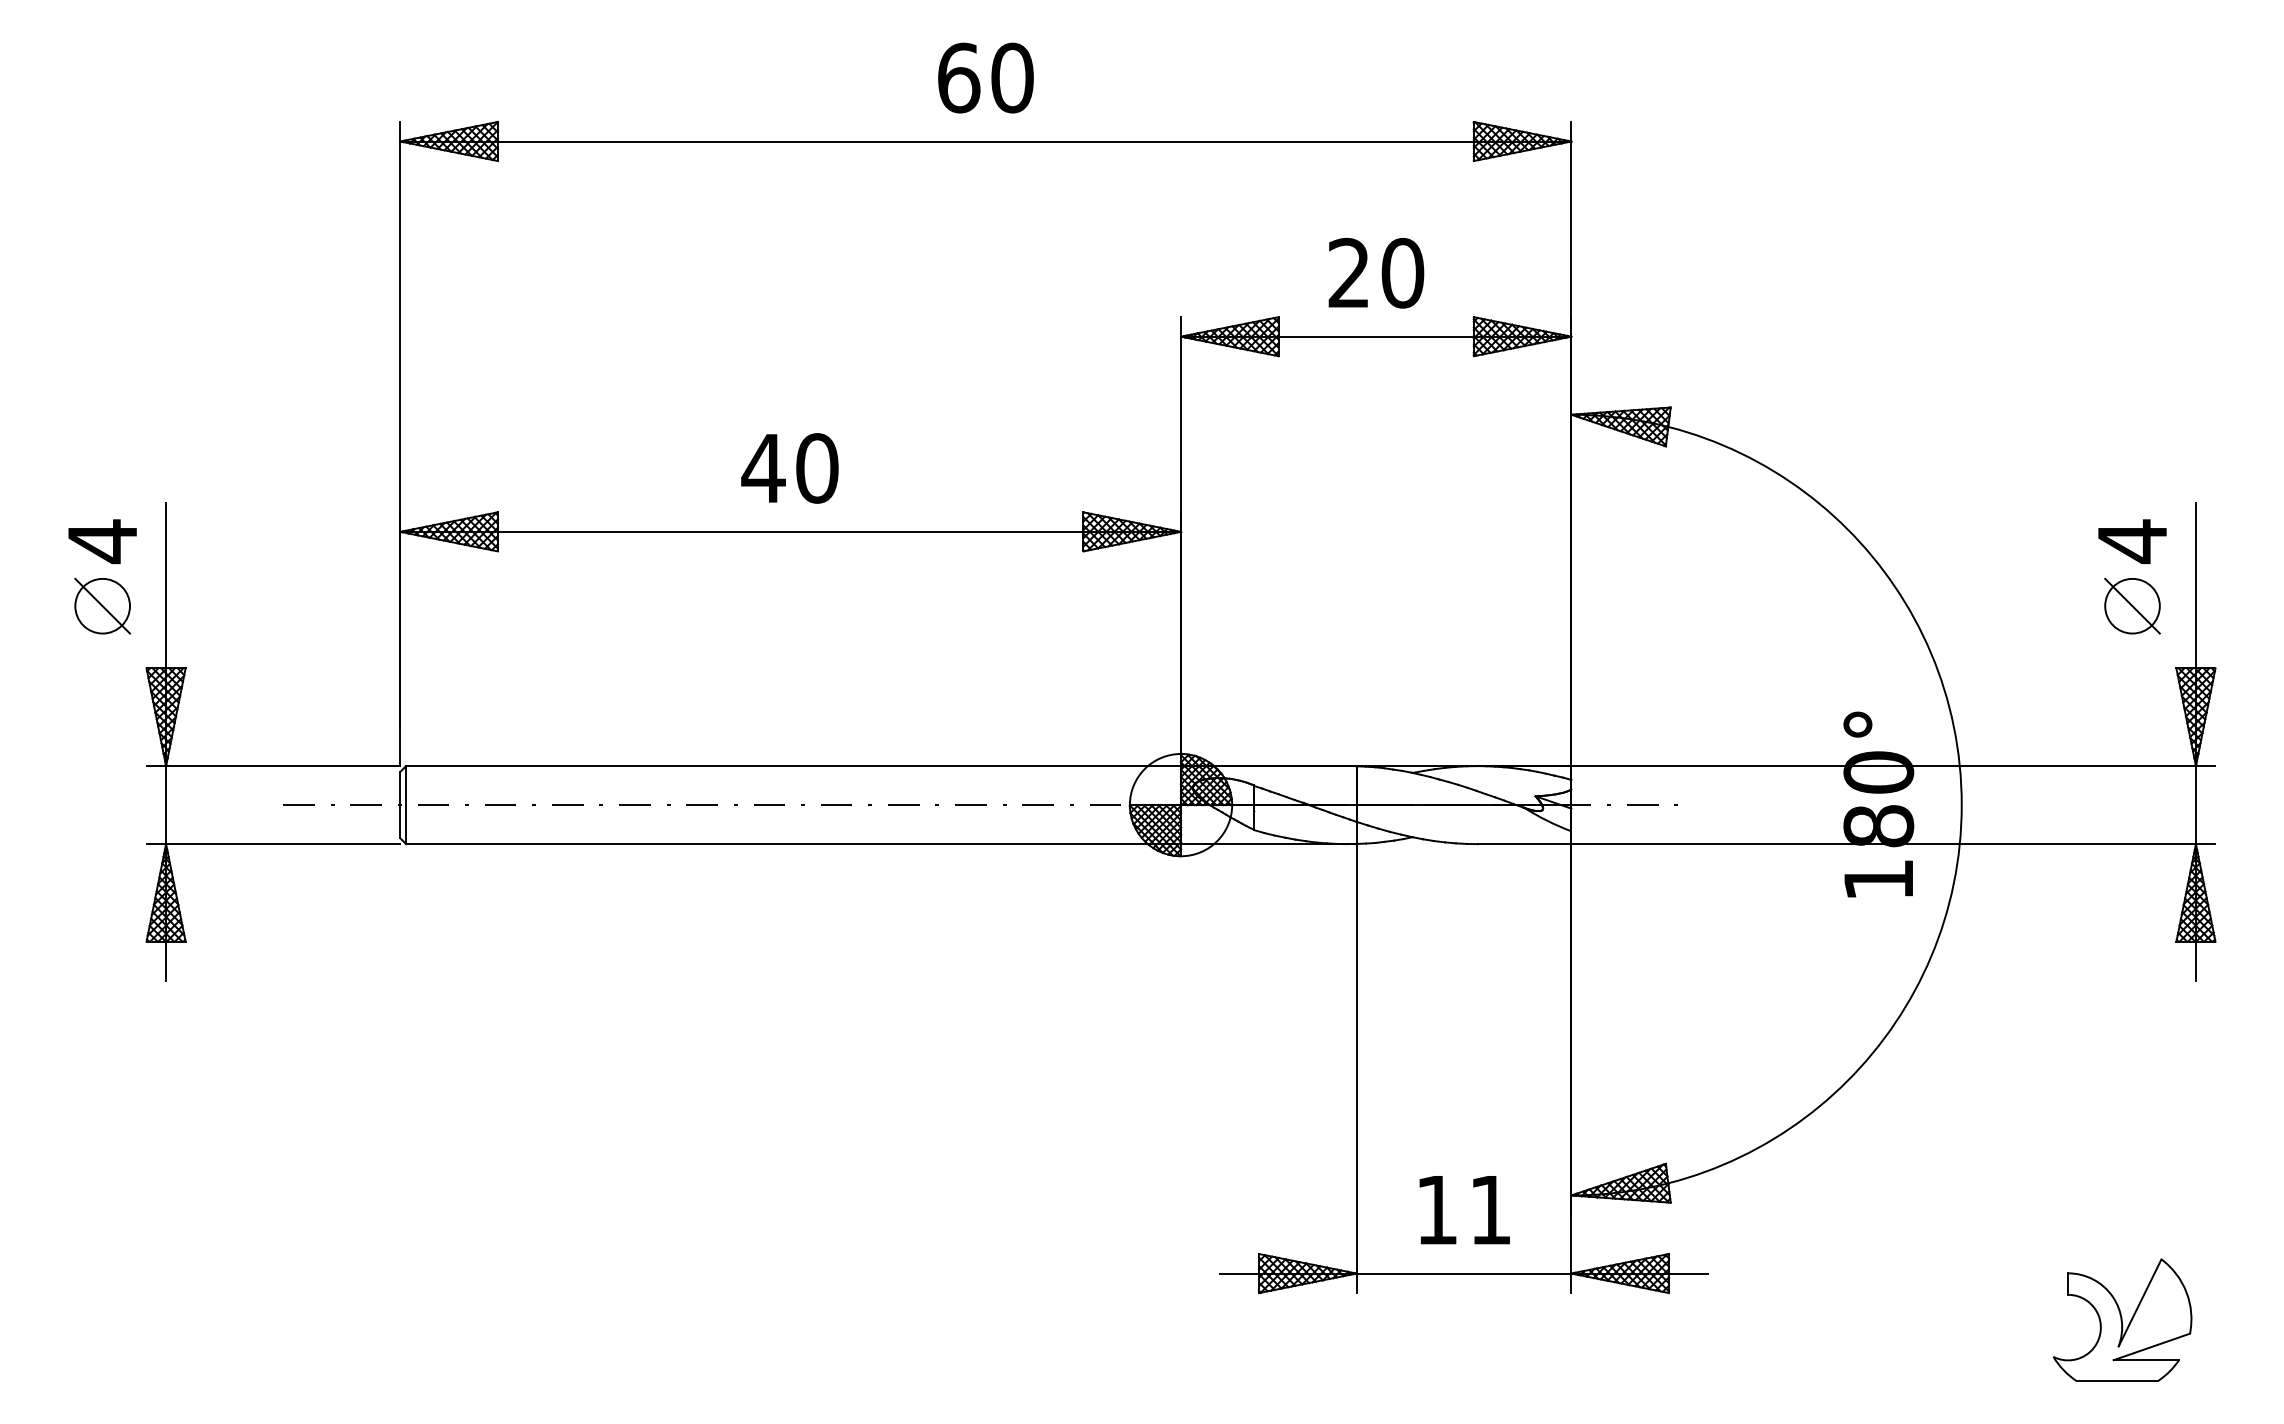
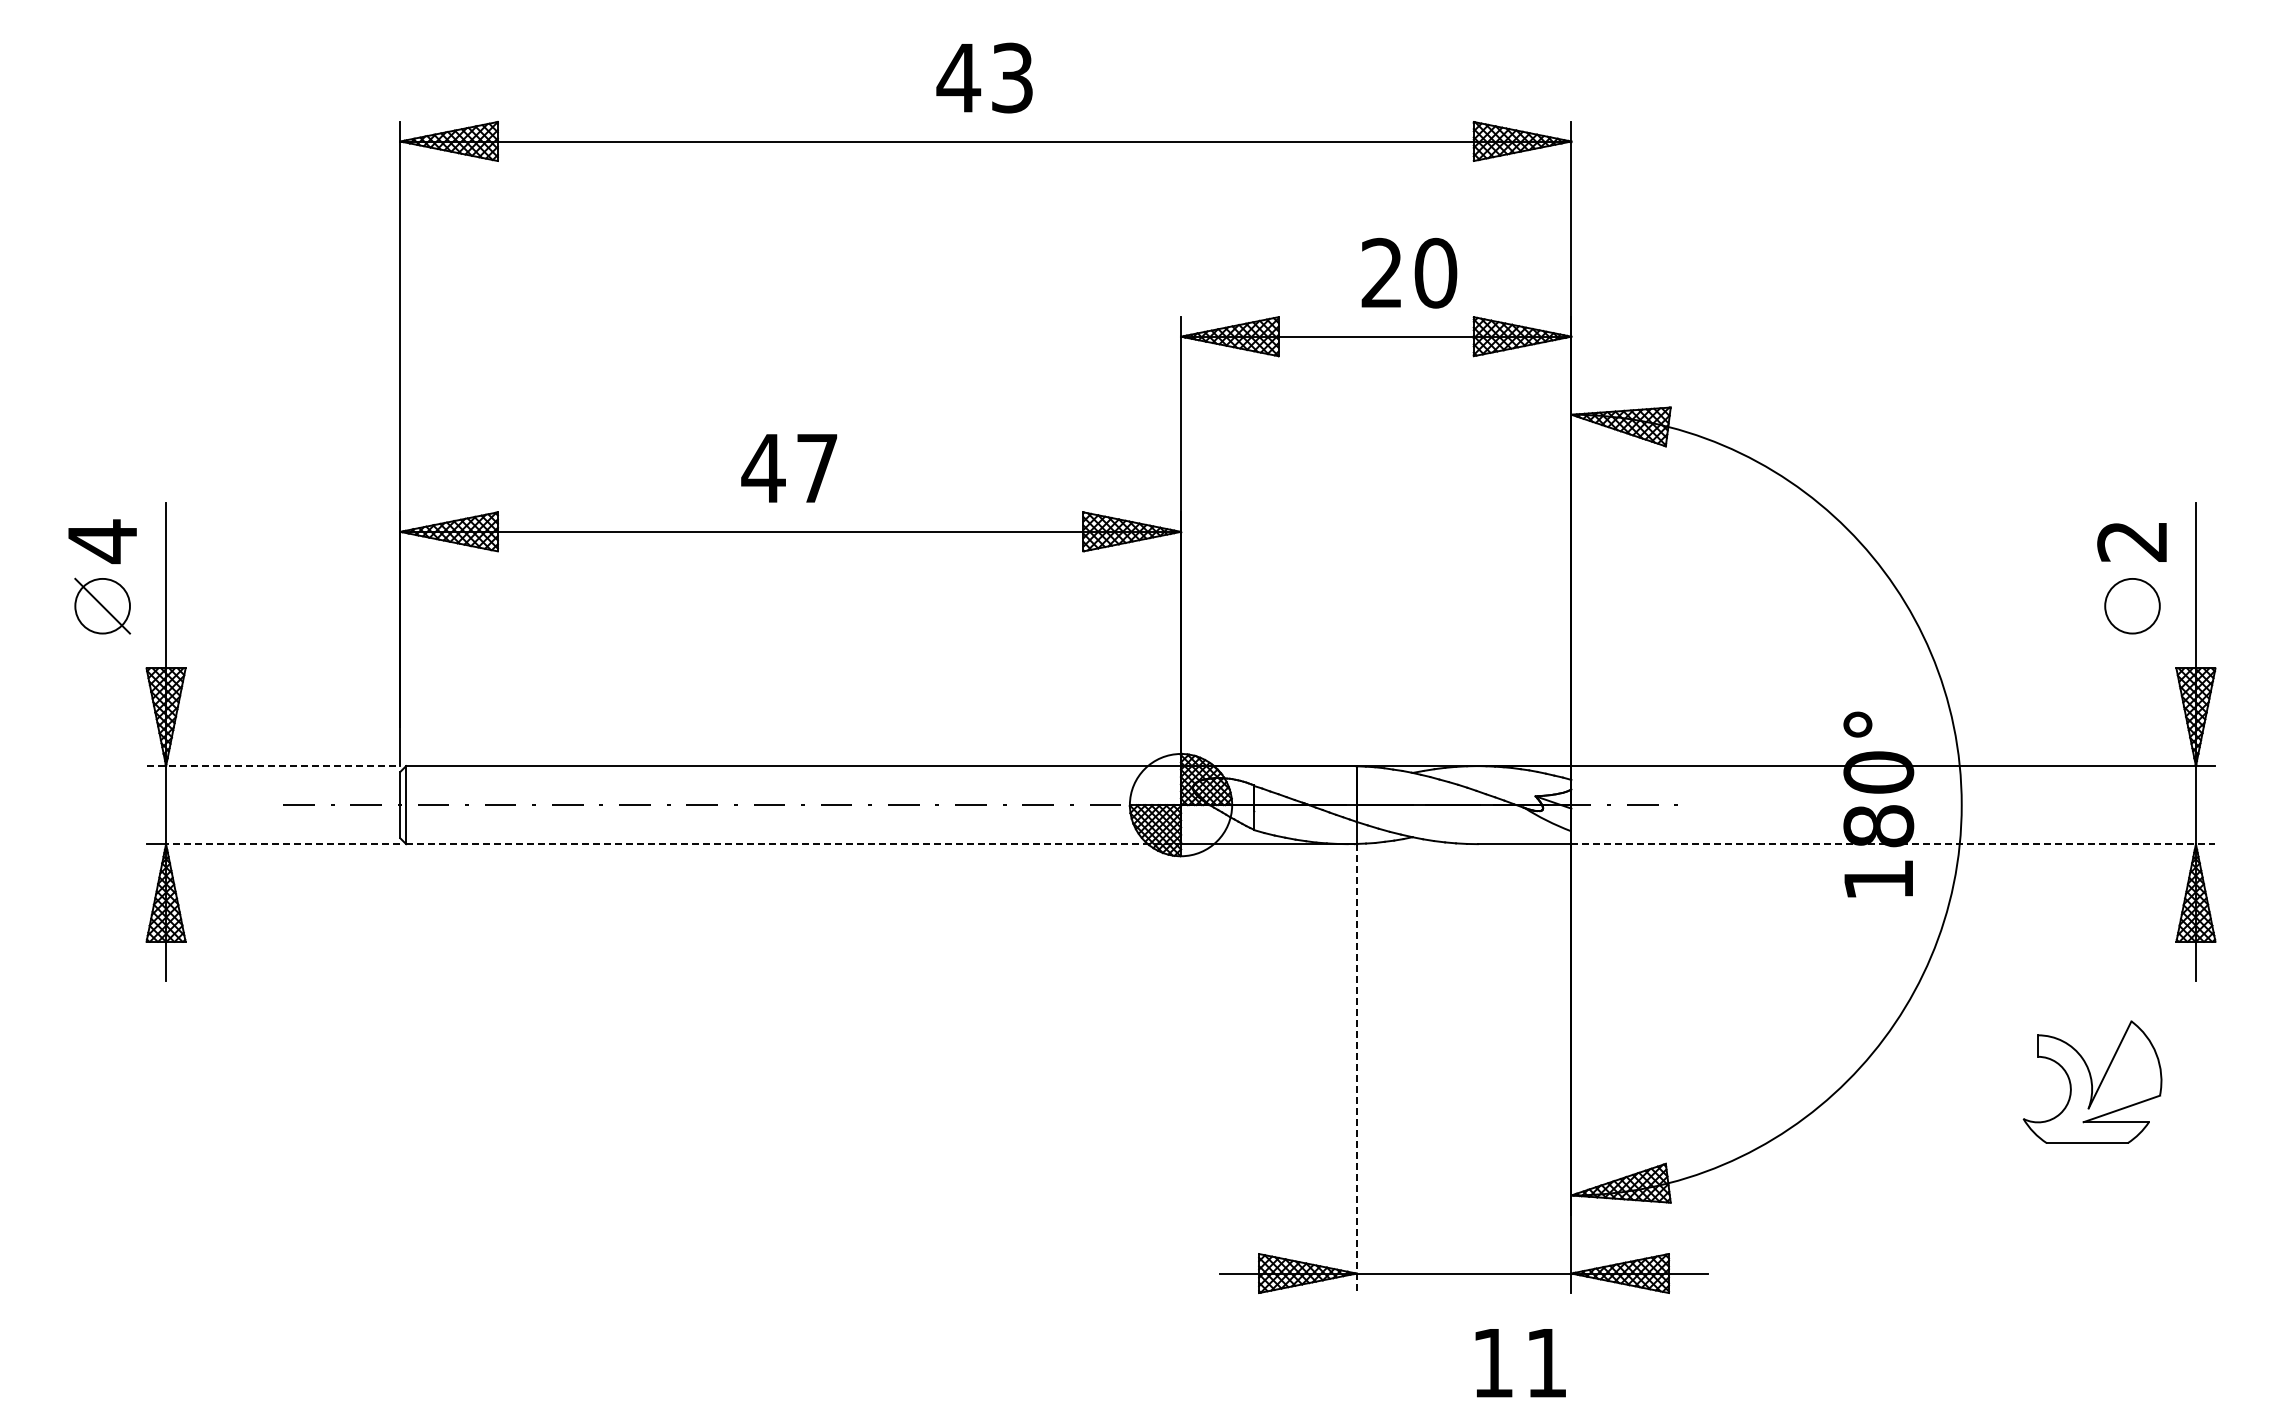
text at (984, 77): 60 -> 43
text at (1376, 272) position: (1376, 272) -> (1409, 272)
text at (817, 468): 40 -> 47
text at (2131, 541): 4 -> 2
line at (2132, 605): present -> none
line at (273, 766): solid -> dashed
line at (282, 844): solid -> dashed
line at (794, 844): solid -> dashed
line at (1893, 844): solid -> dashed
line at (1356, 1069): solid -> dashed
text at (1464, 1210) position: (1464, 1210) -> (1520, 1363)
part at (2122, 1319) position: (2122, 1319) -> (2092, 1081)
